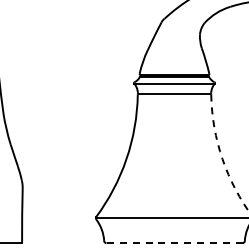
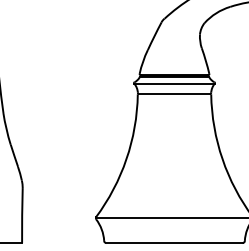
arc at (221, 156): dashed -> solid
line at (174, 243): dashed -> solid
